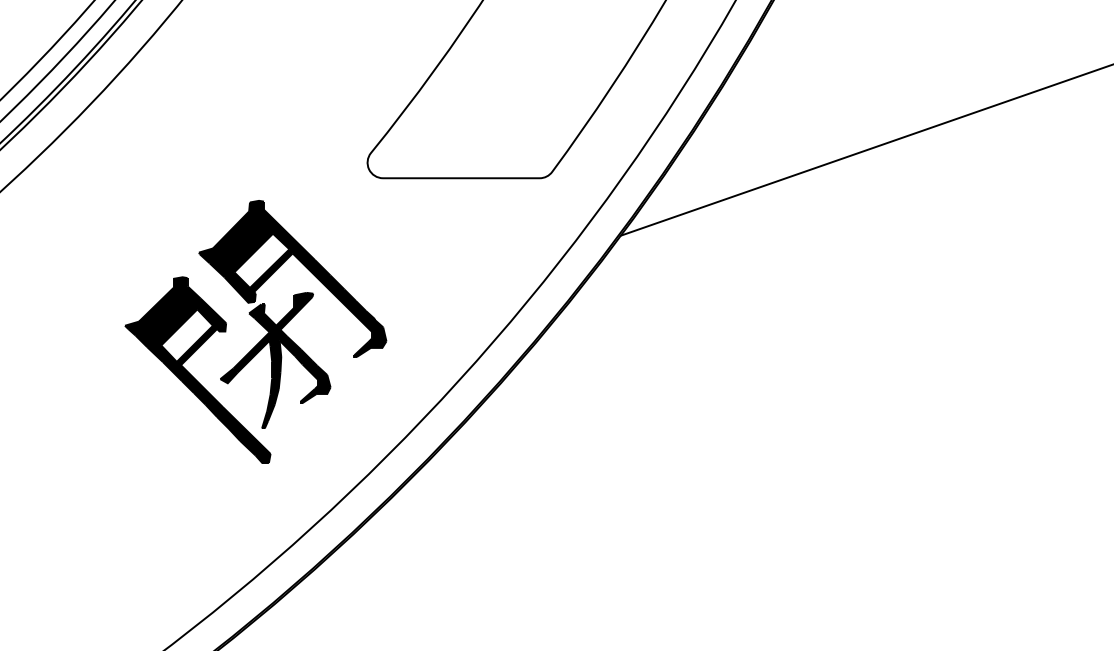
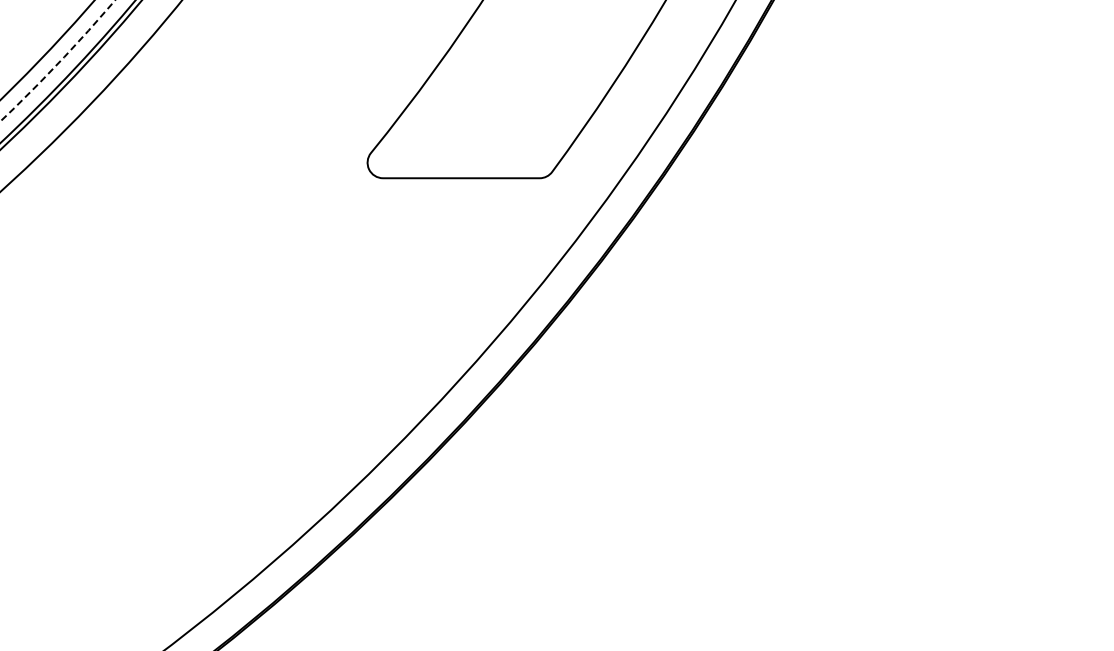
arc at (60, 61): solid -> dashed
line at (865, 150): present -> none
part at (261, 325): present -> none
